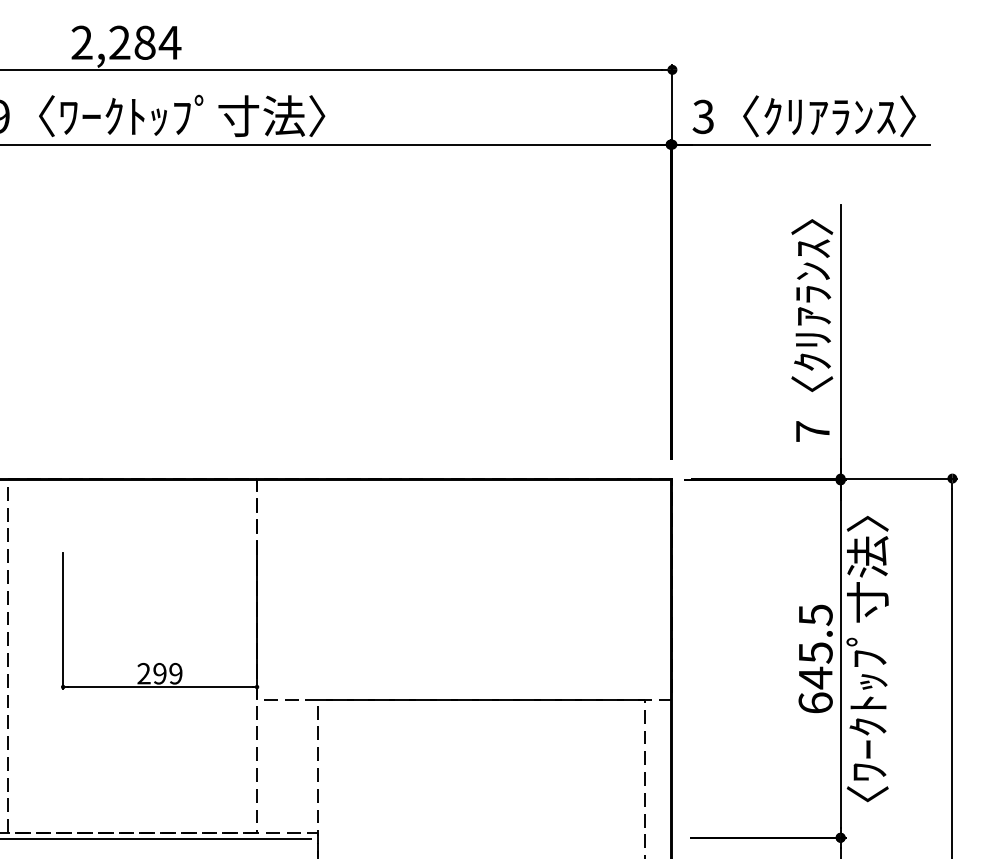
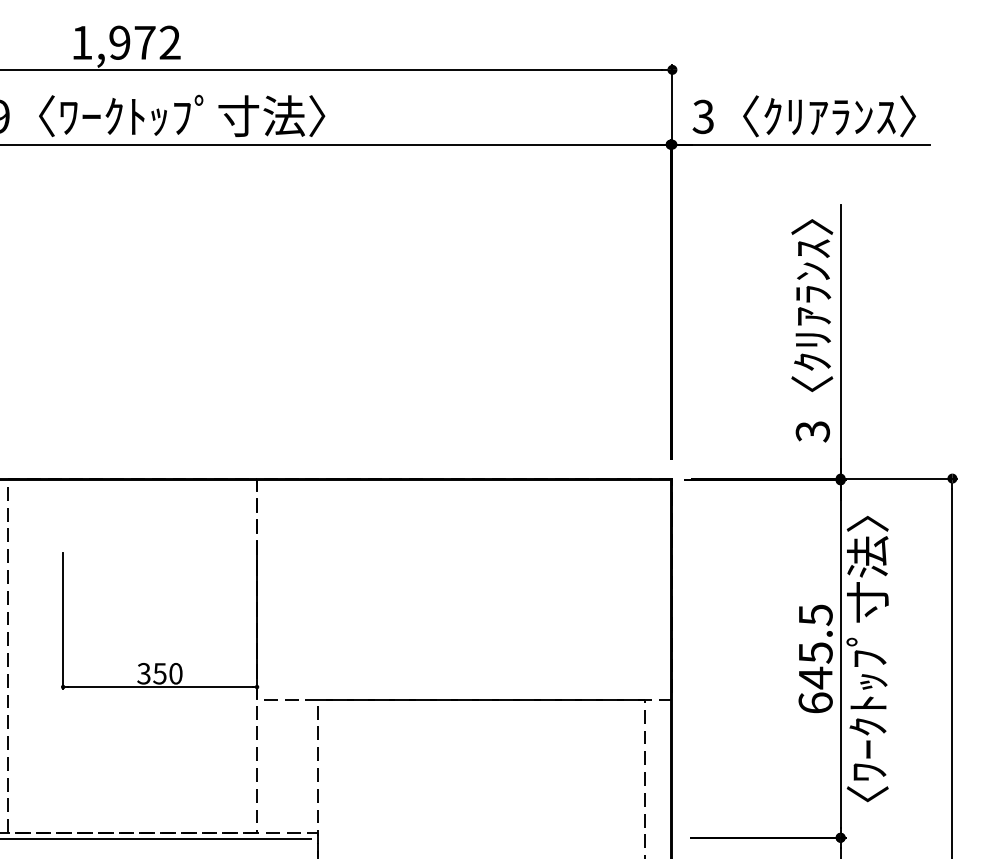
text at (126, 42): 2,284 -> 1,972
text at (812, 431): 7 -> 3
text at (159, 673): 299 -> 350
